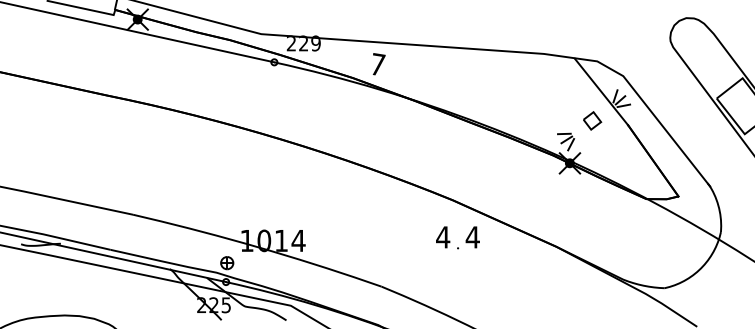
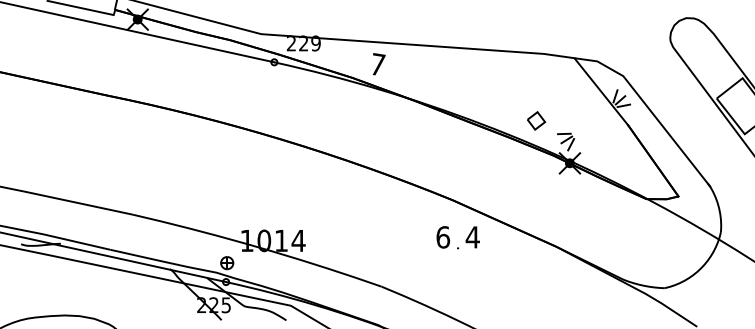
part at (592, 120) position: (592, 120) -> (536, 120)
text at (443, 237): 4 -> 6
